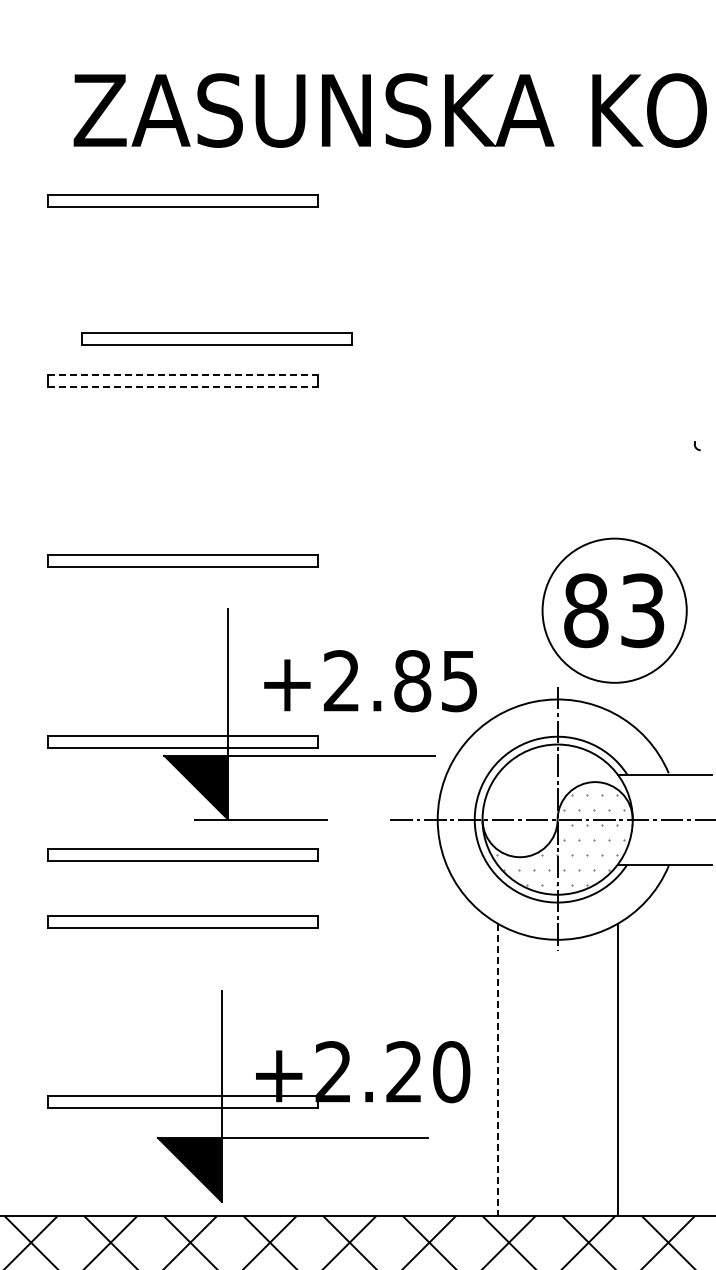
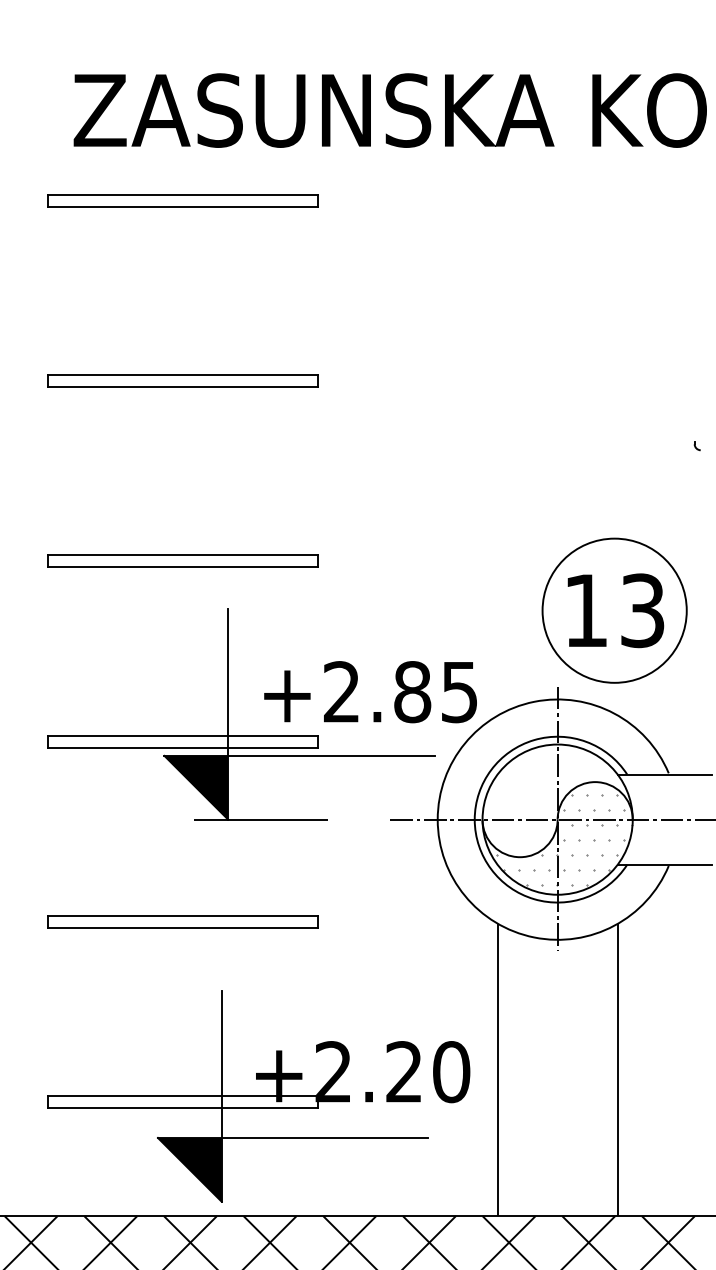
part at (216, 338): present -> none
line at (183, 375): dashed -> solid
line at (183, 387): dashed -> solid
text at (586, 610): 83 -> 13
text at (370, 681) position: (370, 681) -> (370, 692)
part at (182, 854): present -> none
line at (497, 1070): dashed -> solid
